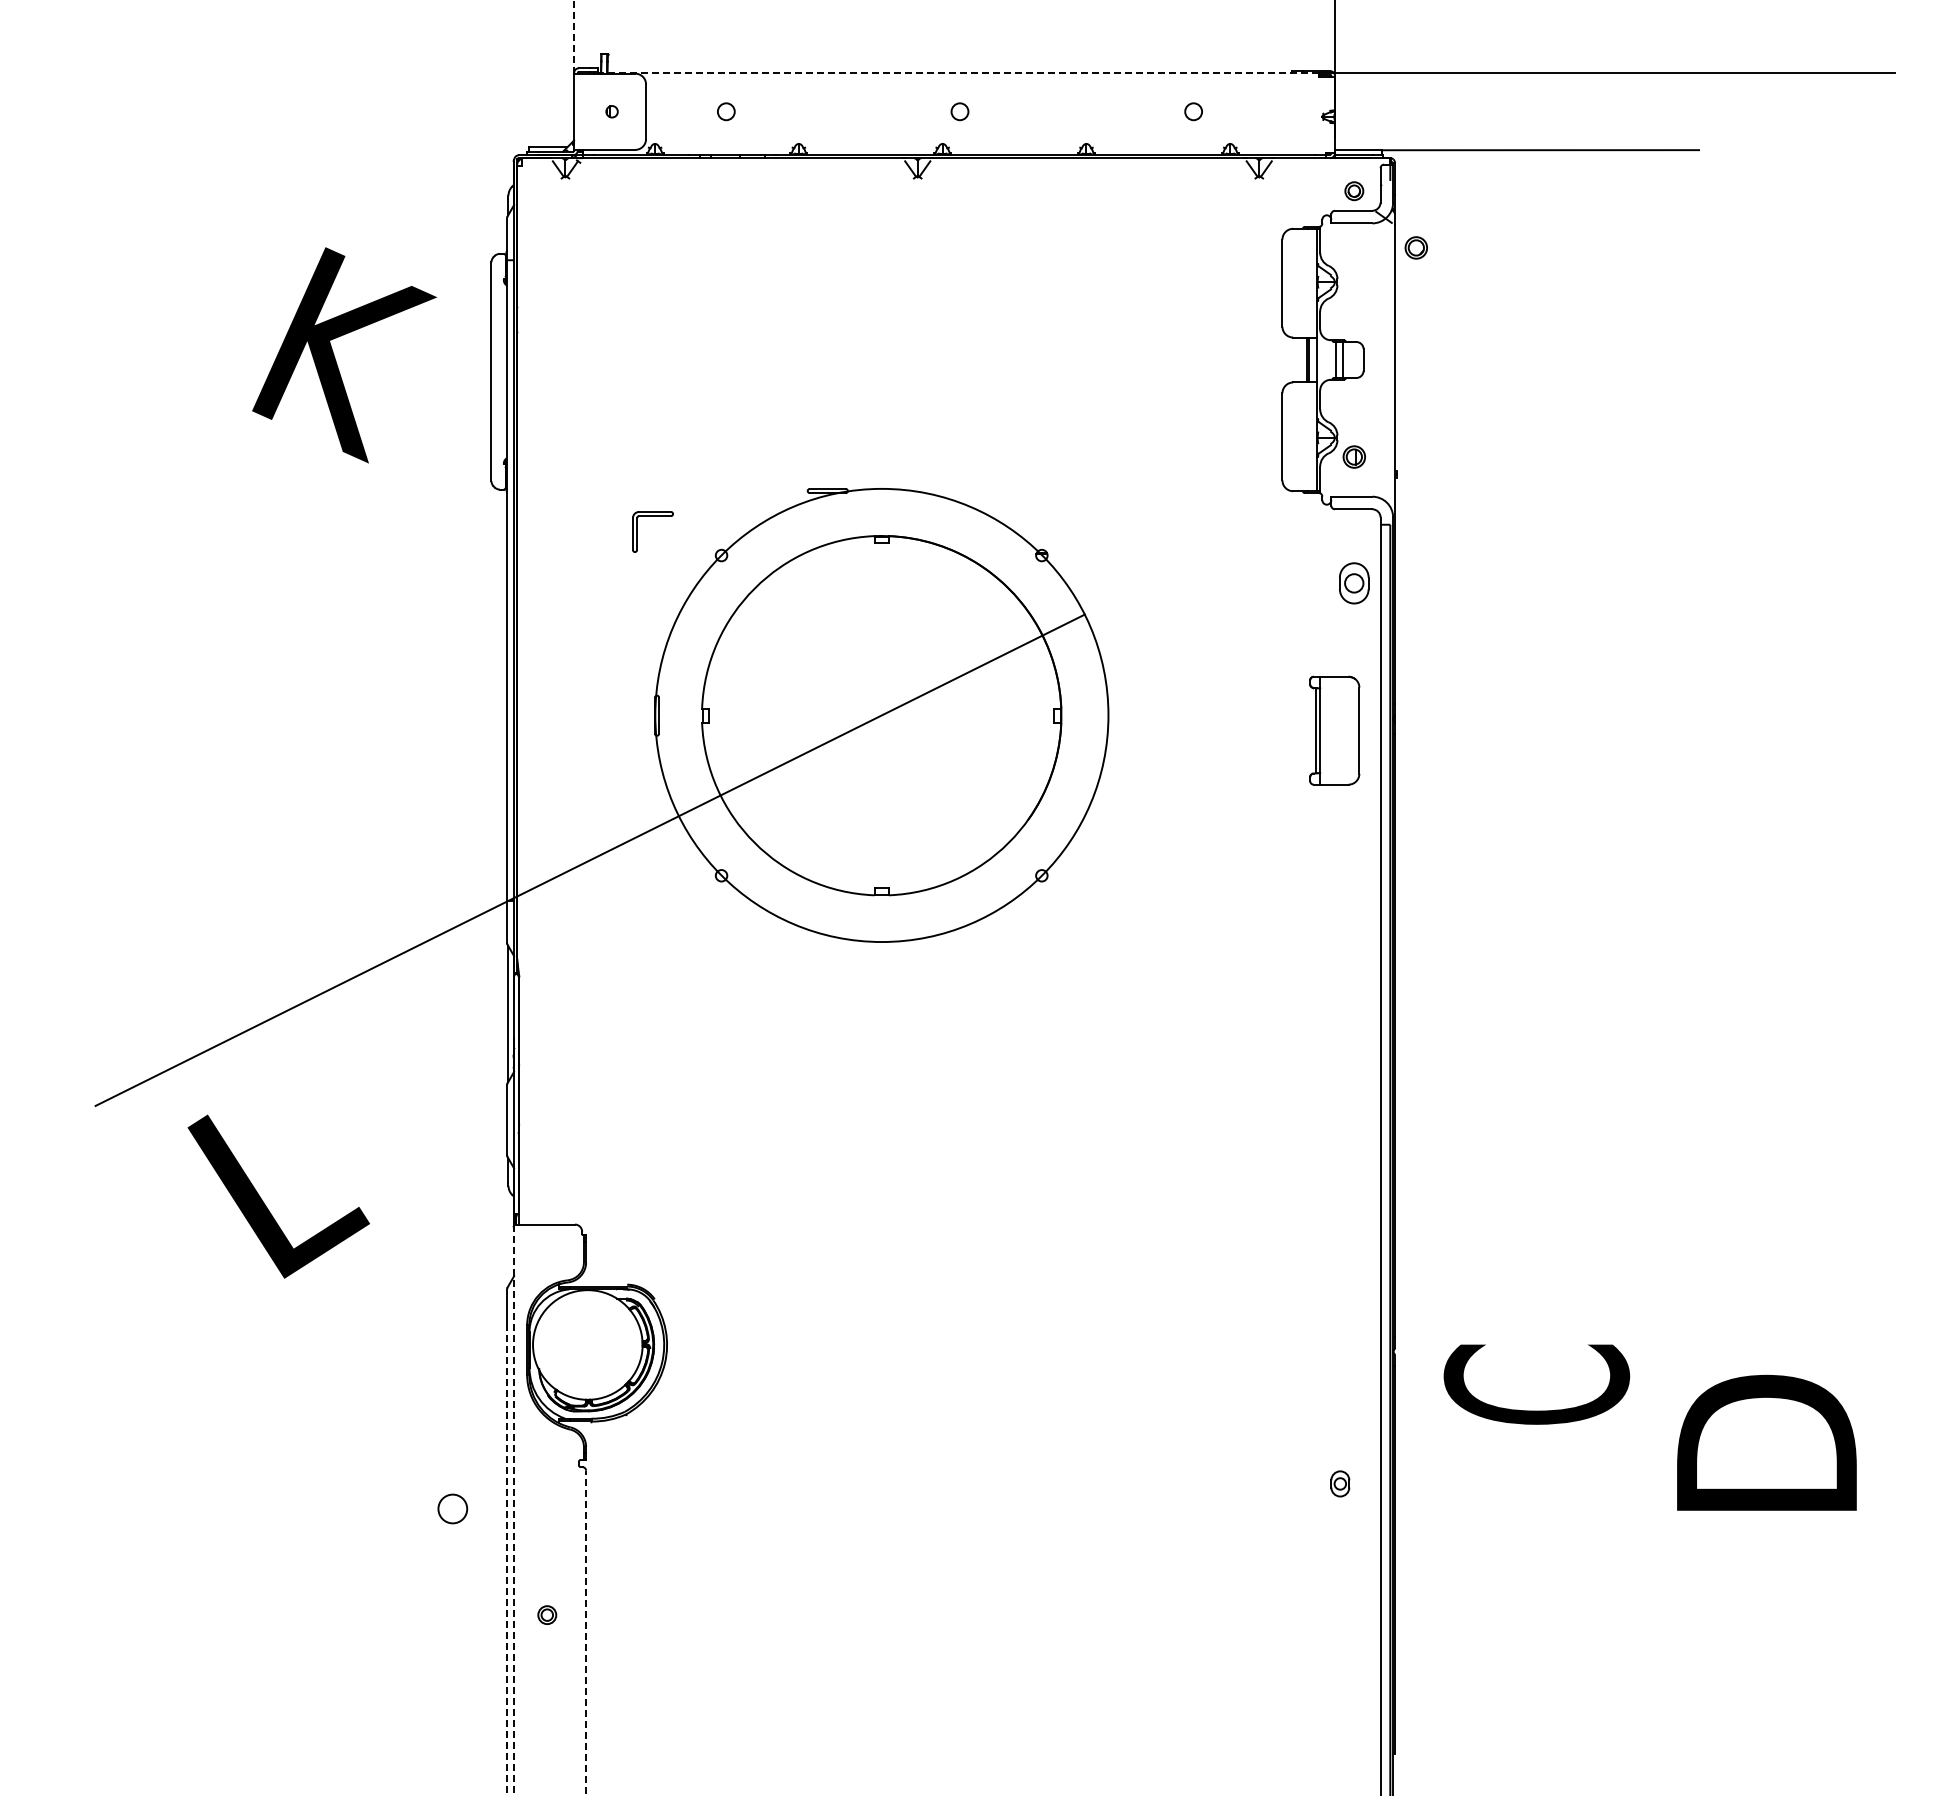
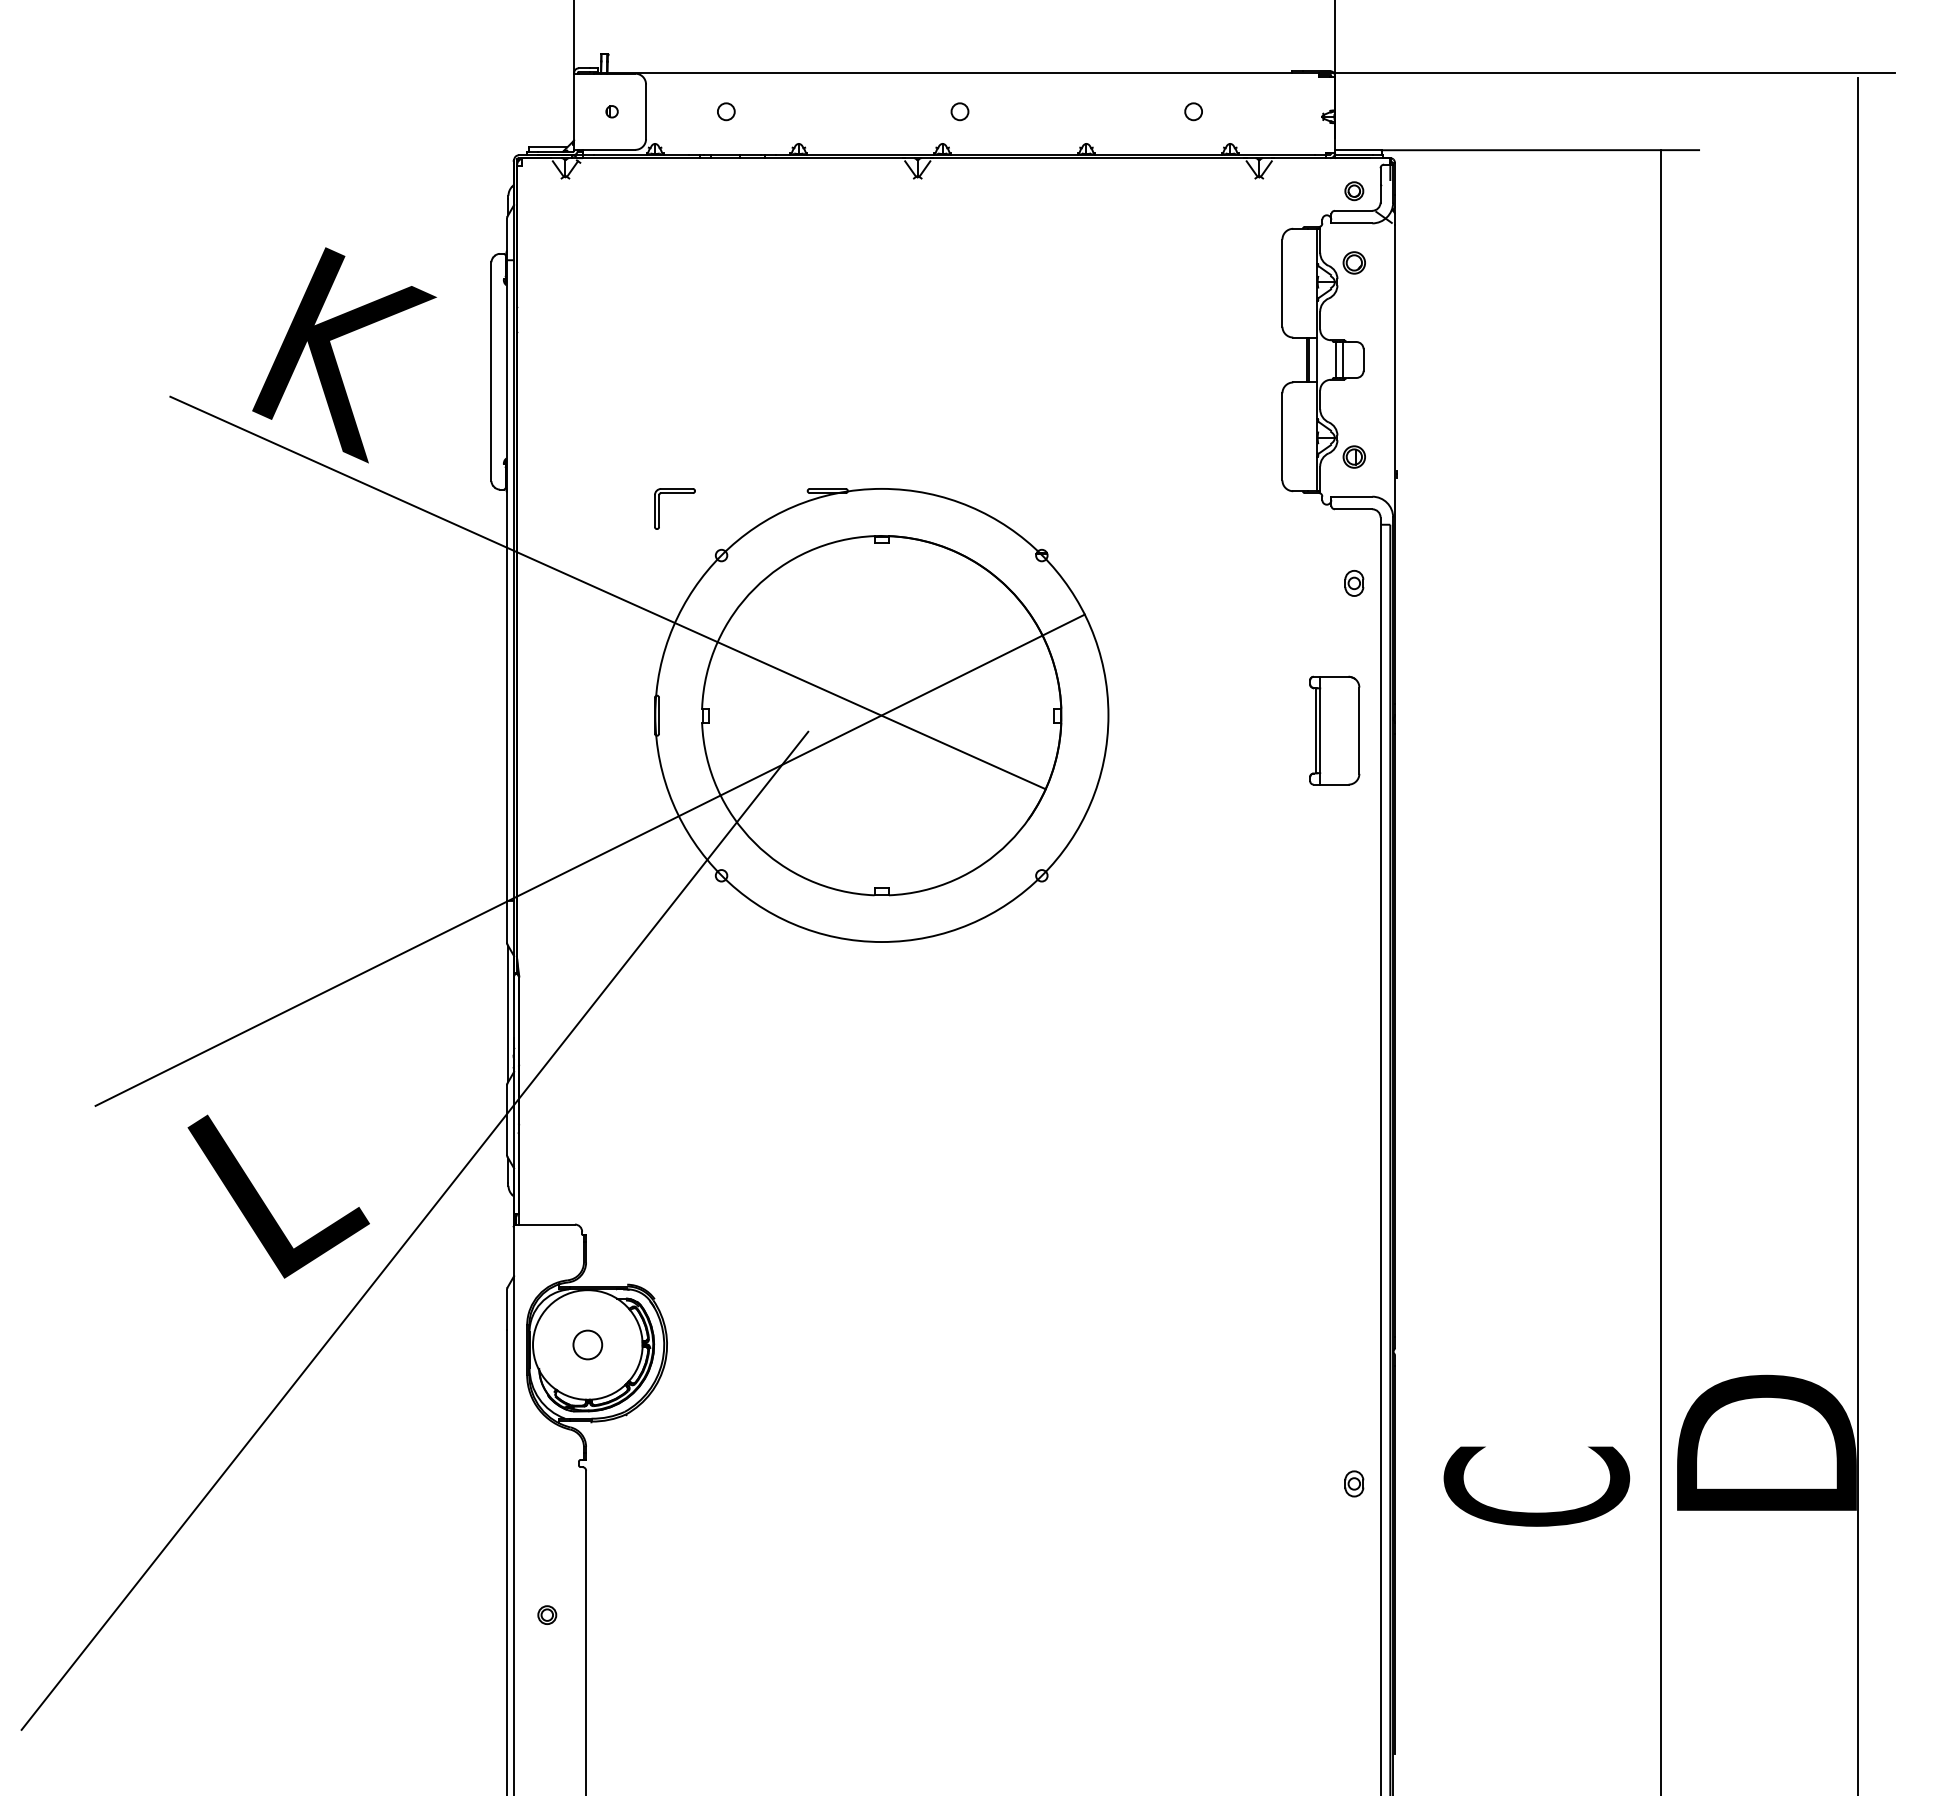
line at (574, 36): dashed -> solid
line at (955, 73): dashed -> solid
part at (1415, 247) position: (1415, 247) -> (1353, 262)
part at (652, 516) position: (652, 516) -> (674, 493)
part at (1354, 583) size: 31x43 px -> 21x27 px
line at (607, 592): none -> present
line at (1857, 935): none -> present
line at (1660, 971): none -> present
line at (414, 1230): none -> present
text at (1536, 1384) position: (1536, 1384) -> (1536, 1486)
part at (1340, 1483) position: (1340, 1483) -> (1354, 1483)
circle at (452, 1508) position: (452, 1508) -> (587, 1344)
line at (514, 1510): dashed -> solid
line at (507, 1562): dashed -> solid
line at (586, 1632): dashed -> solid
